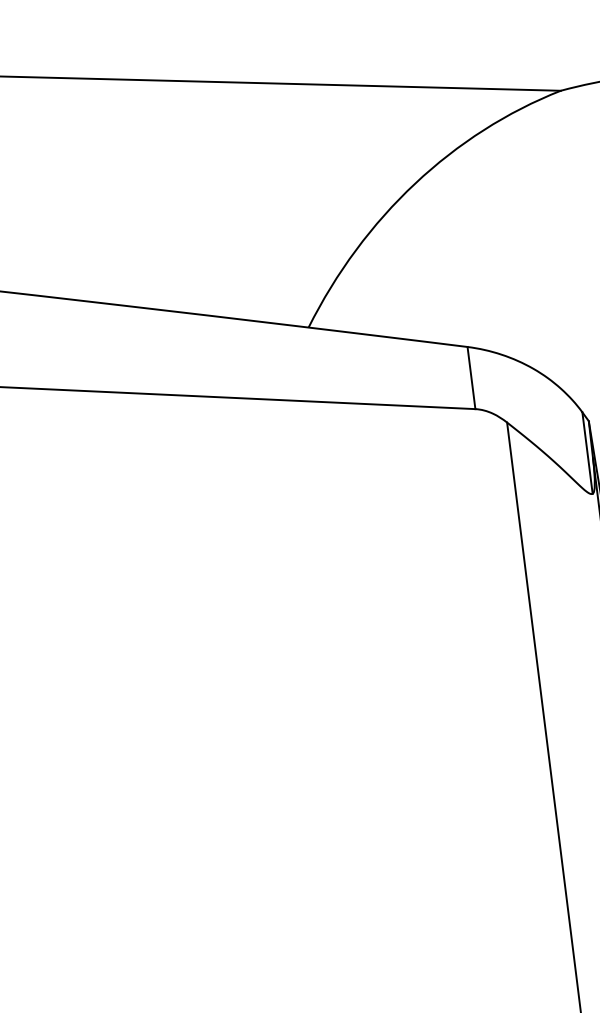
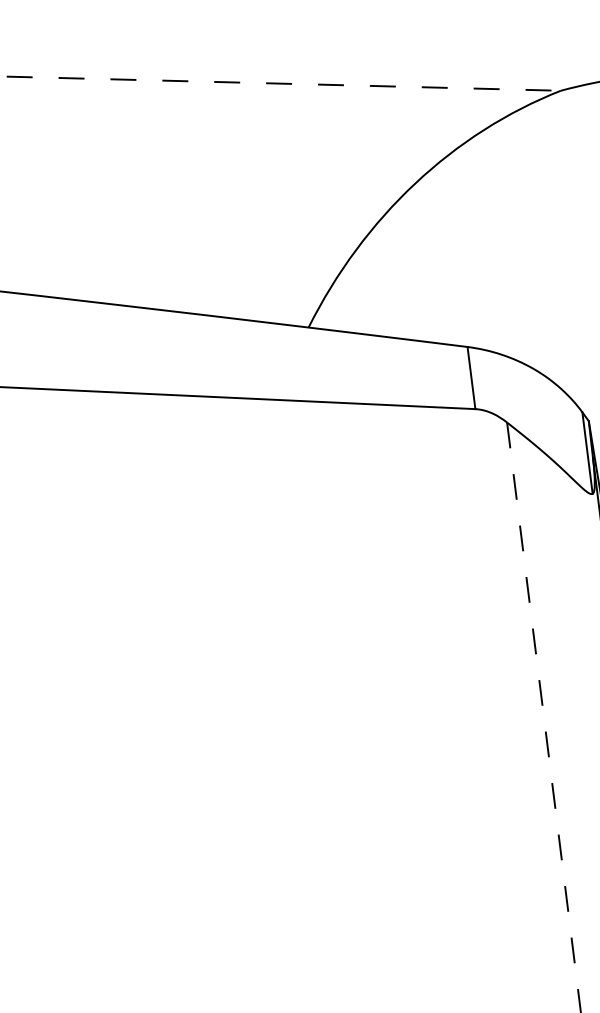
line at (281, 83): solid -> dashed
line at (544, 718): solid -> dashed
